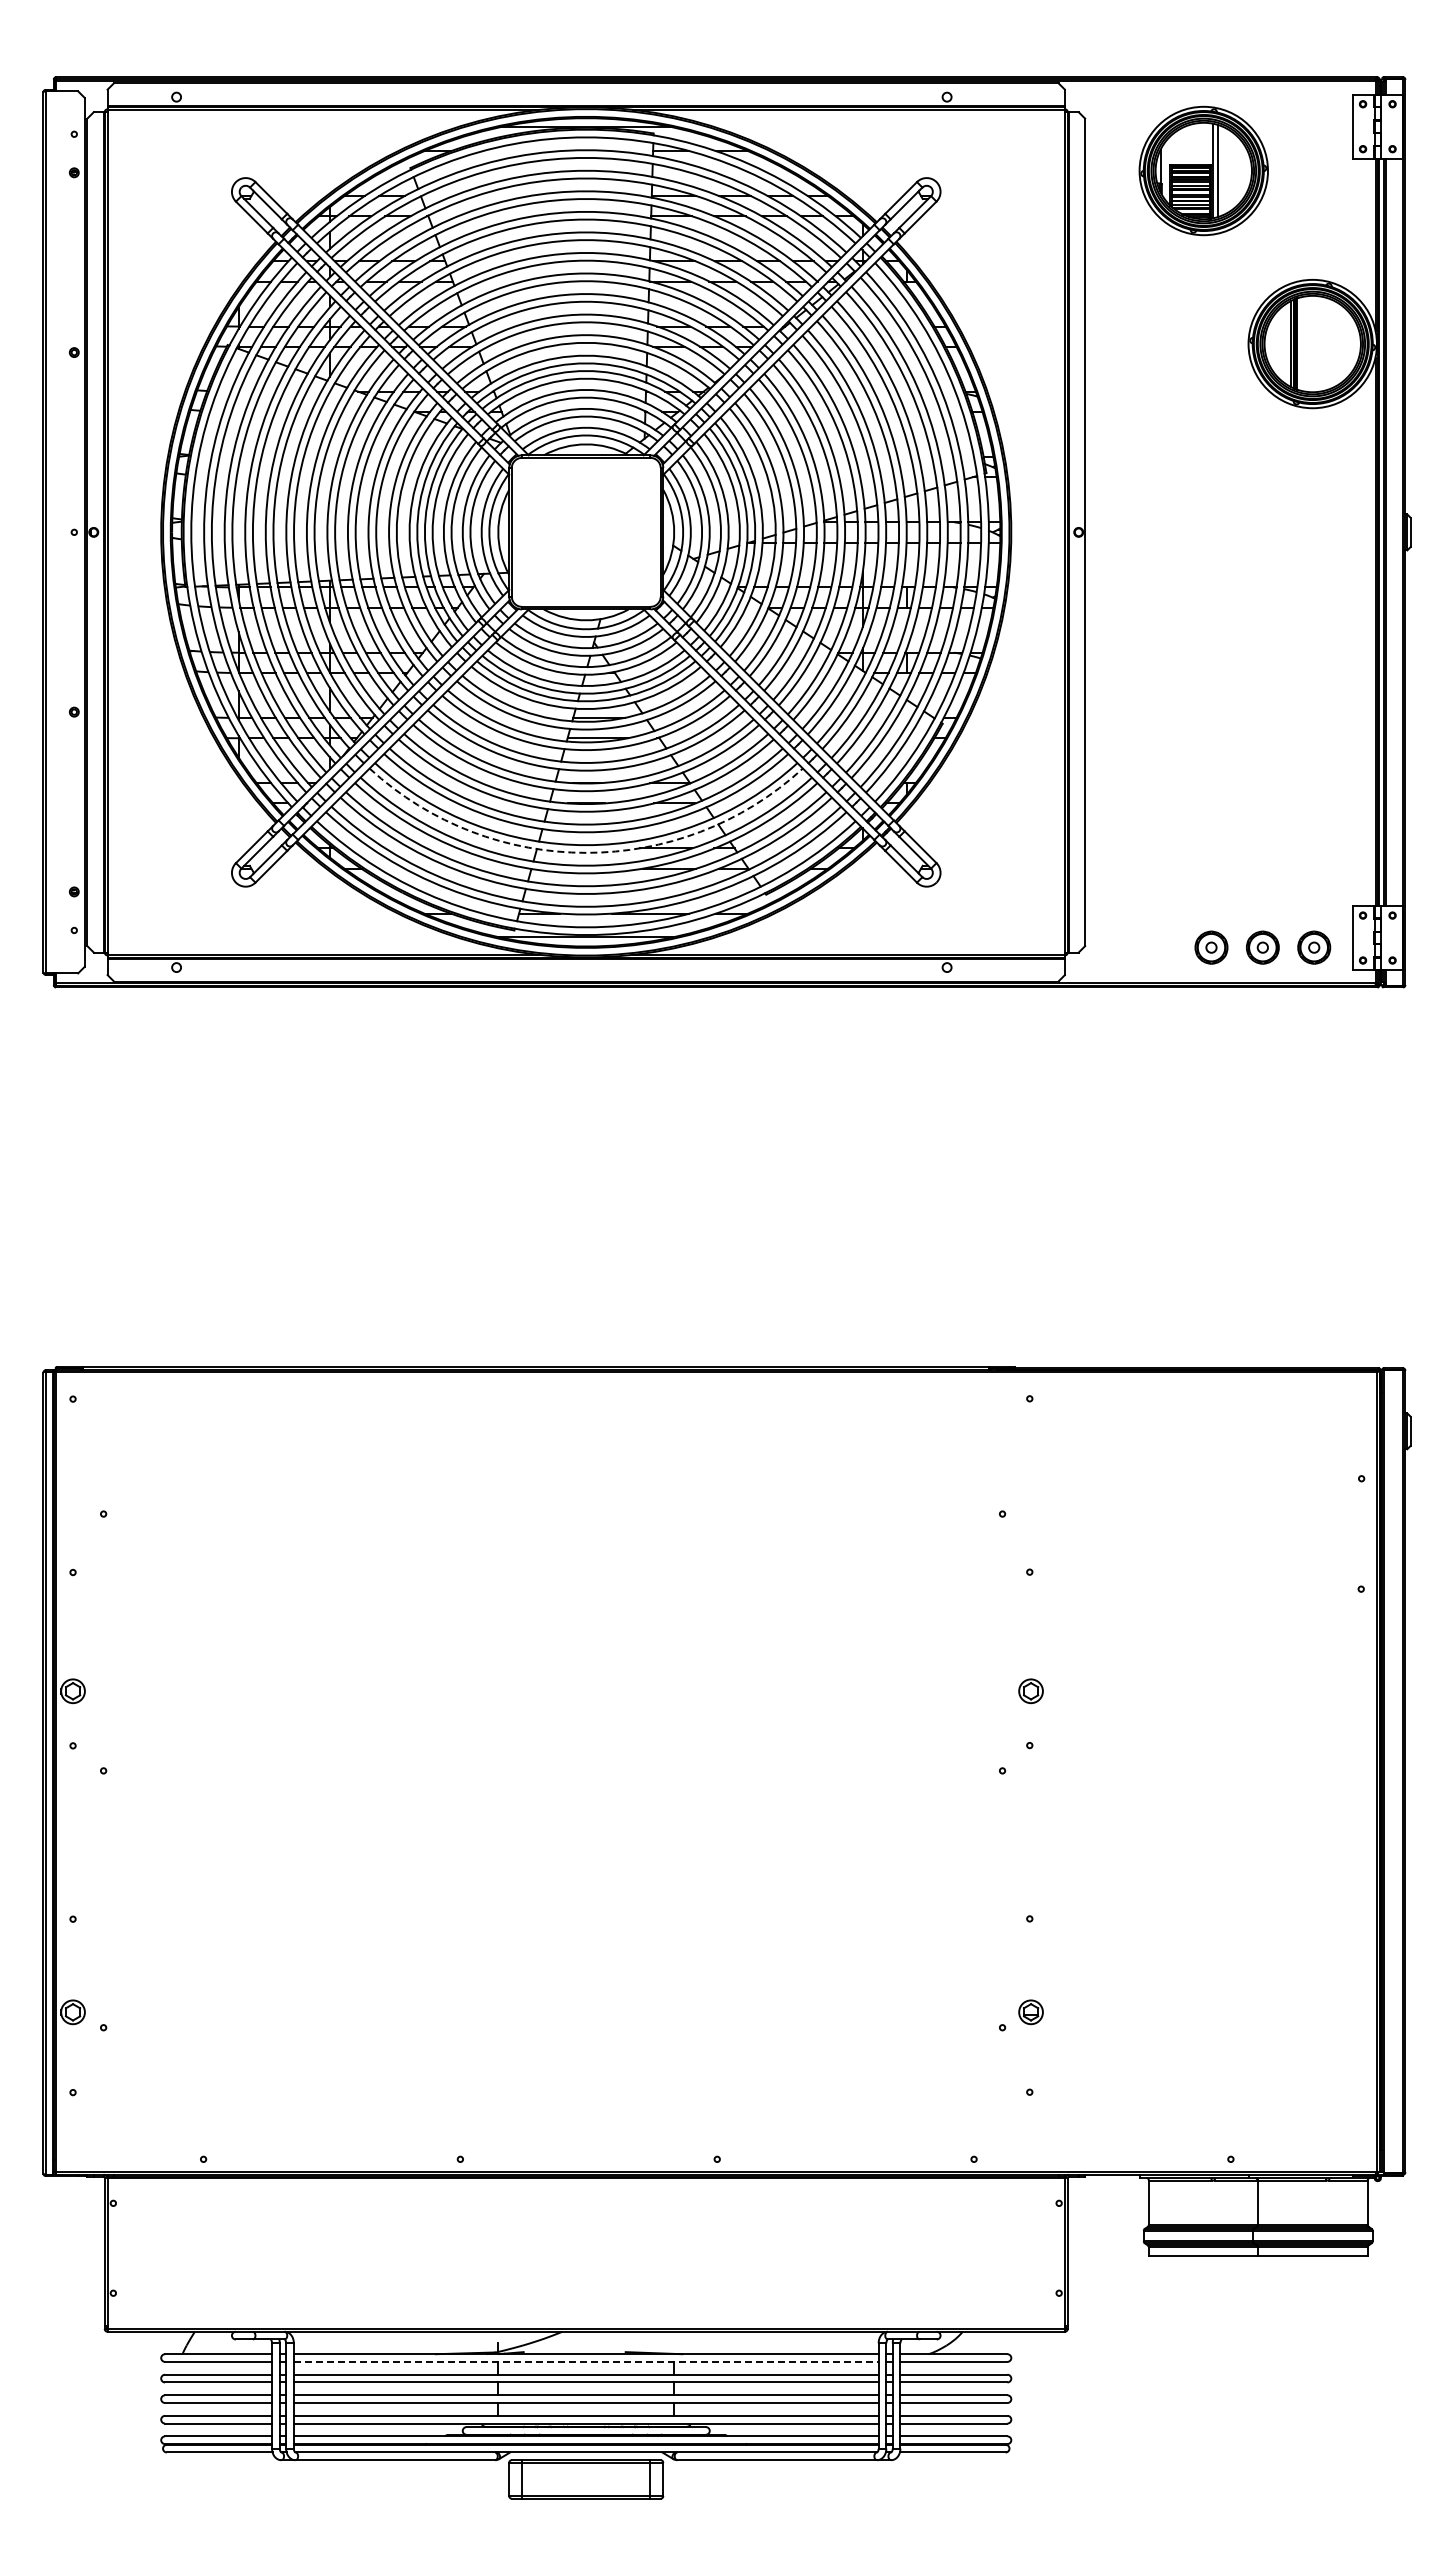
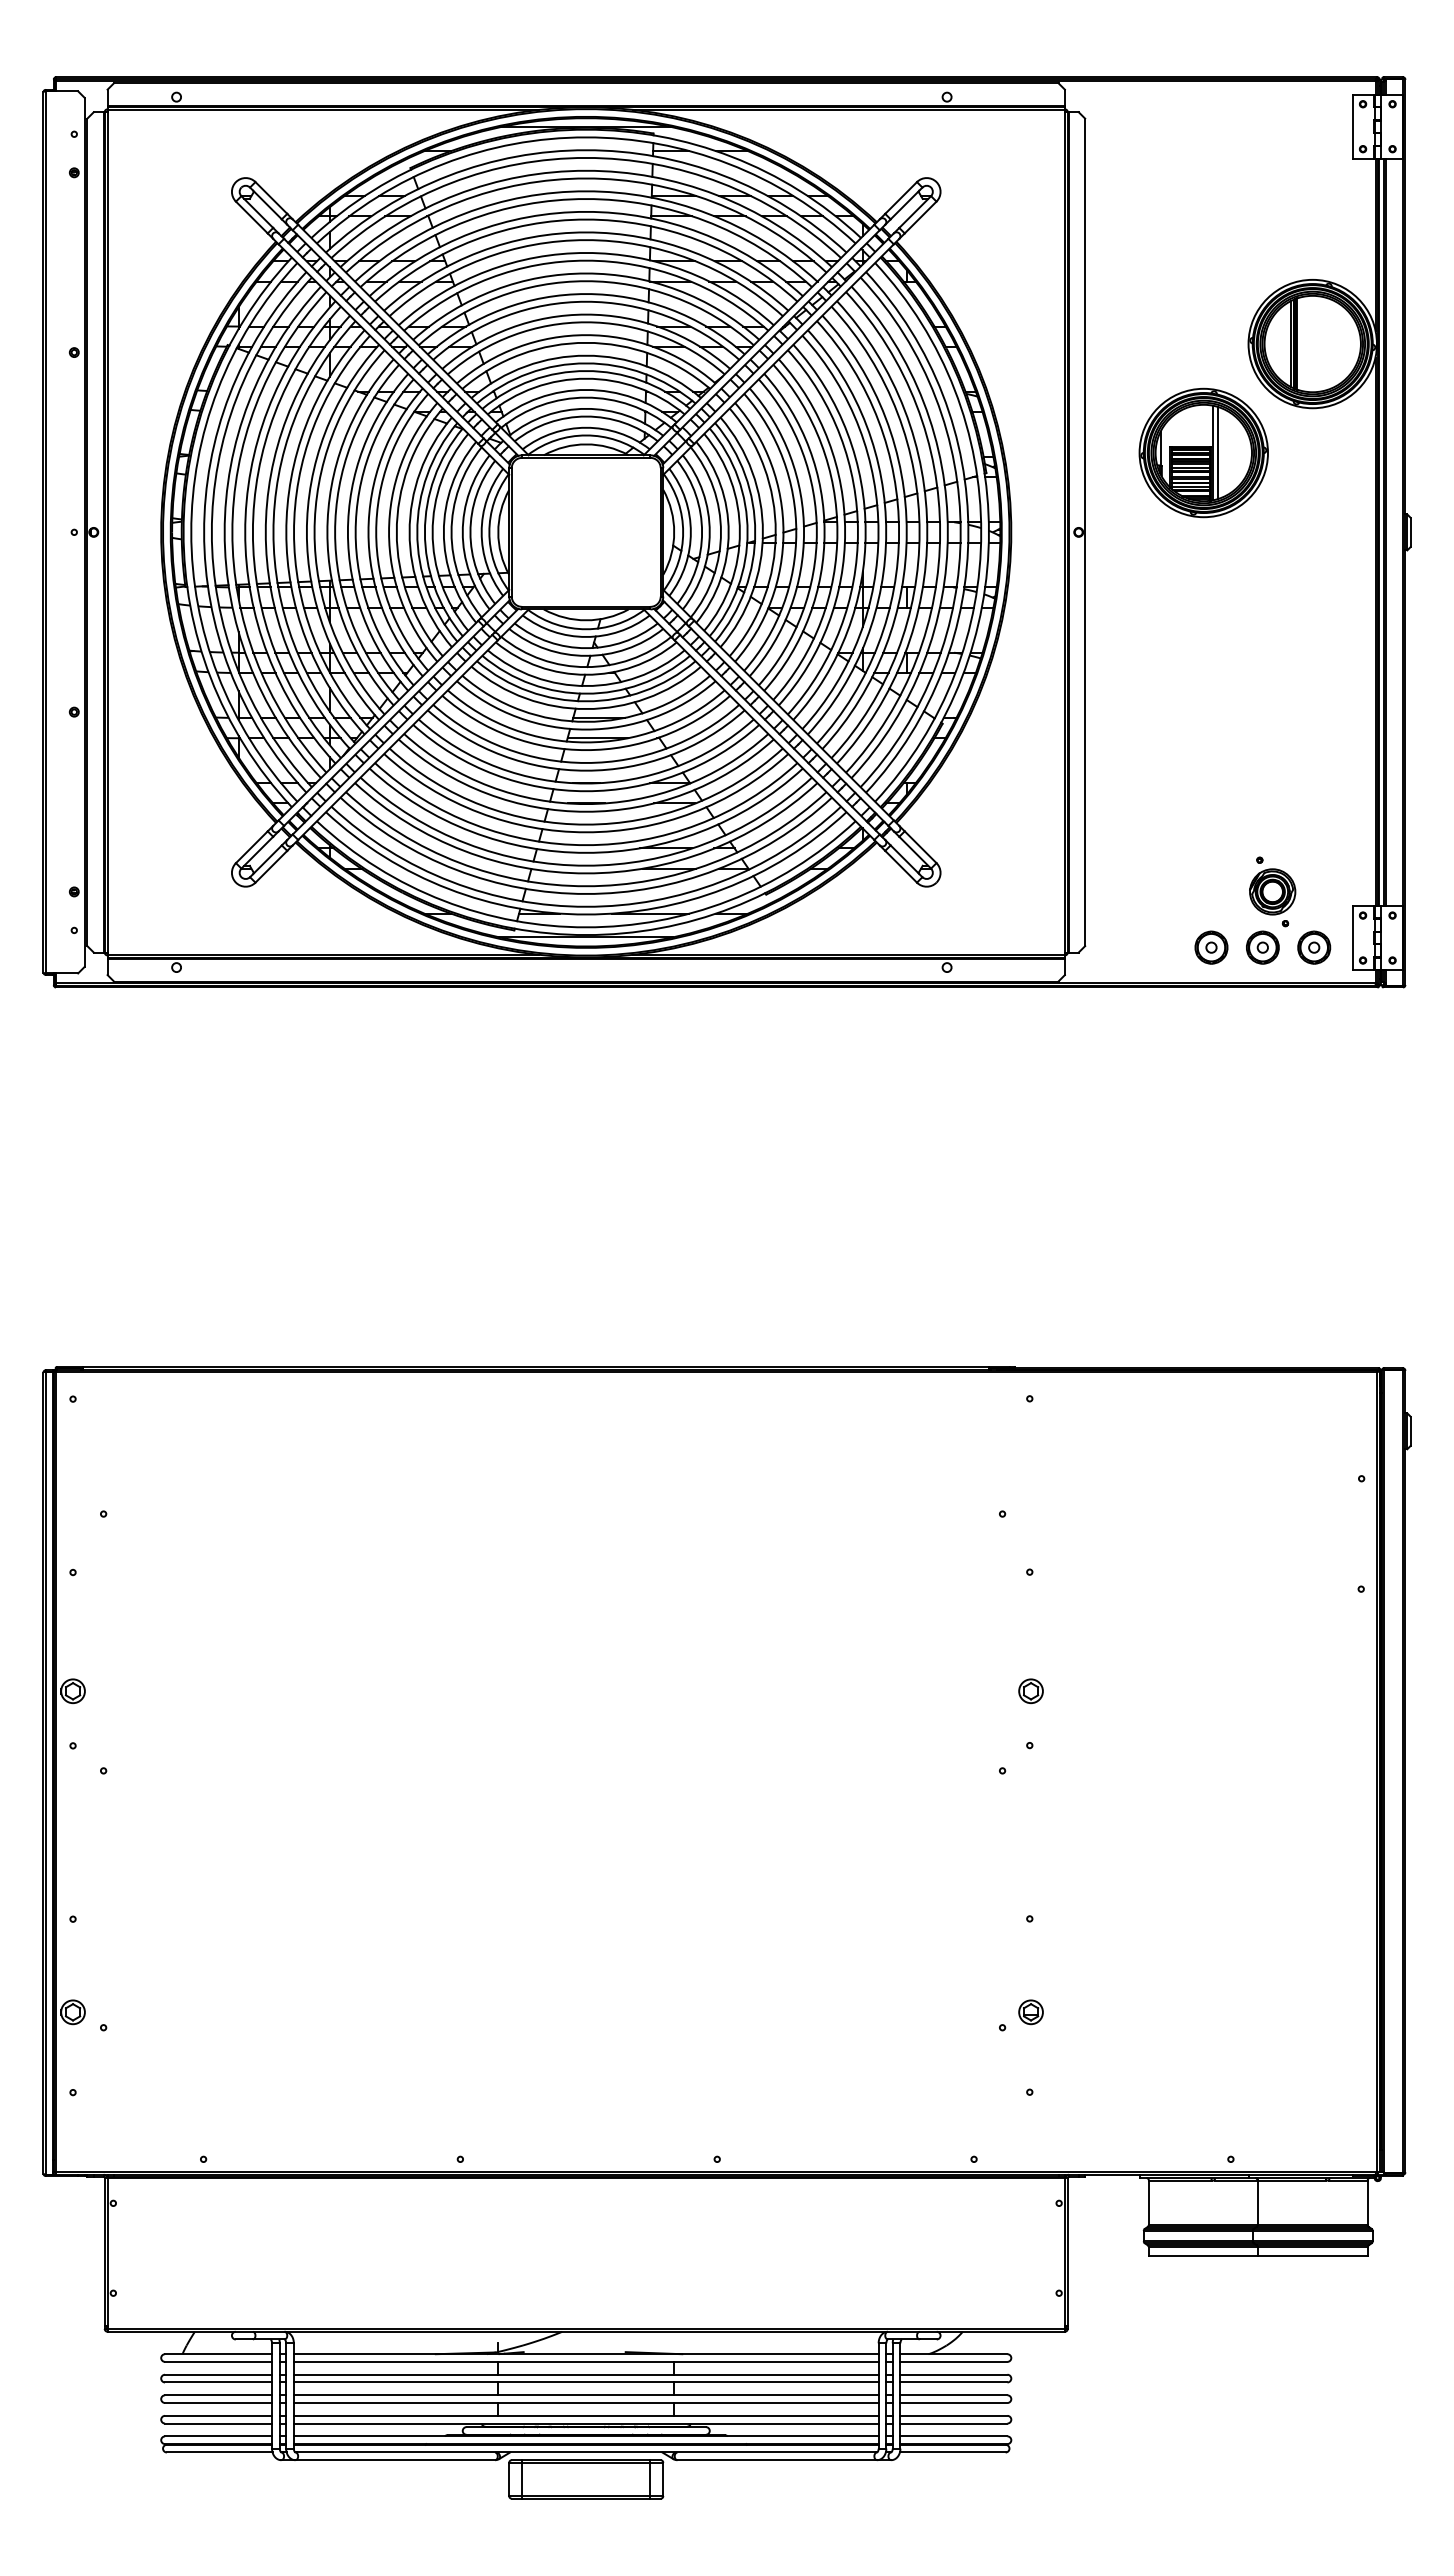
part at (1203, 170) position: (1203, 170) -> (1203, 452)
arc at (586, 852): dashed -> solid
part at (1272, 891): none -> present
line at (586, 2361): dashed -> solid
